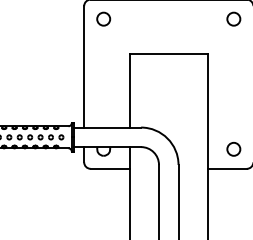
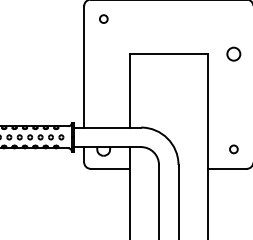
circle at (103, 18) size: 16x16 px -> 10x10 px
circle at (233, 18) position: (233, 18) -> (233, 53)
circle at (233, 149) size: 16x15 px -> 10x11 px
